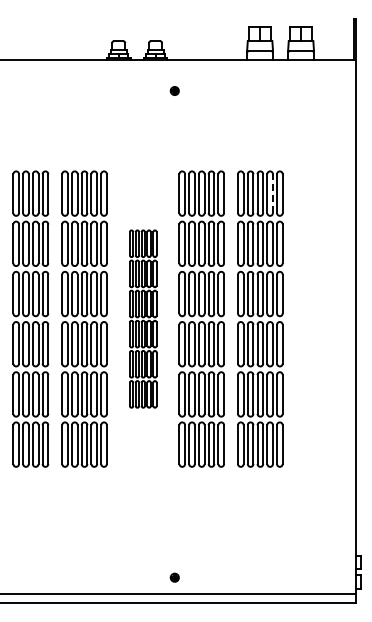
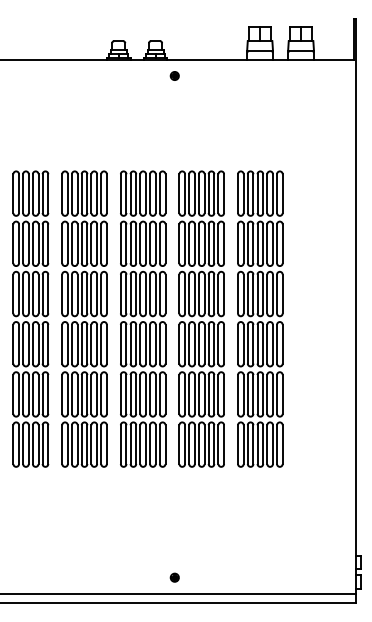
part at (174, 90) position: (174, 90) -> (174, 75)
line at (272, 193): dashed -> solid
part at (143, 318) size: 29x180 px -> 47x298 px
